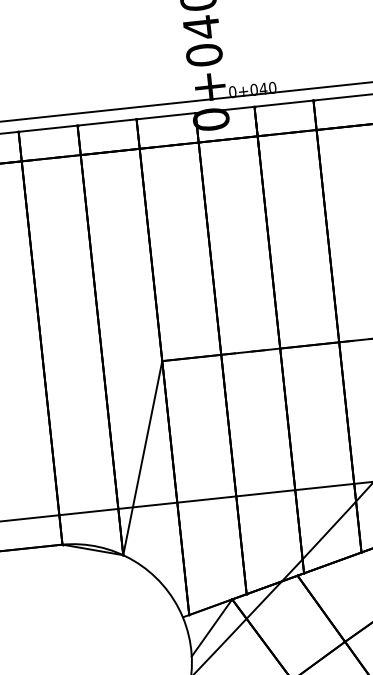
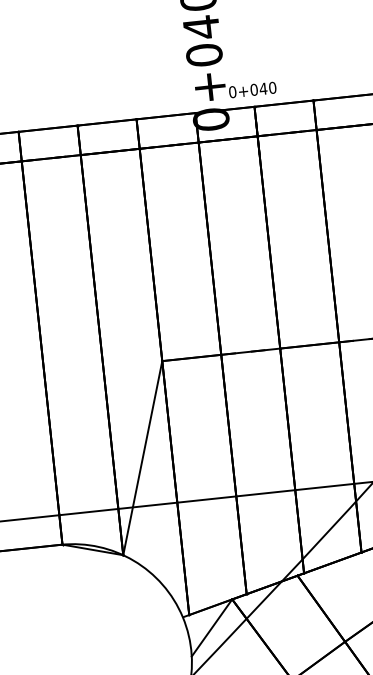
line at (185, 101) position: (185, 101) -> (185, 113)
